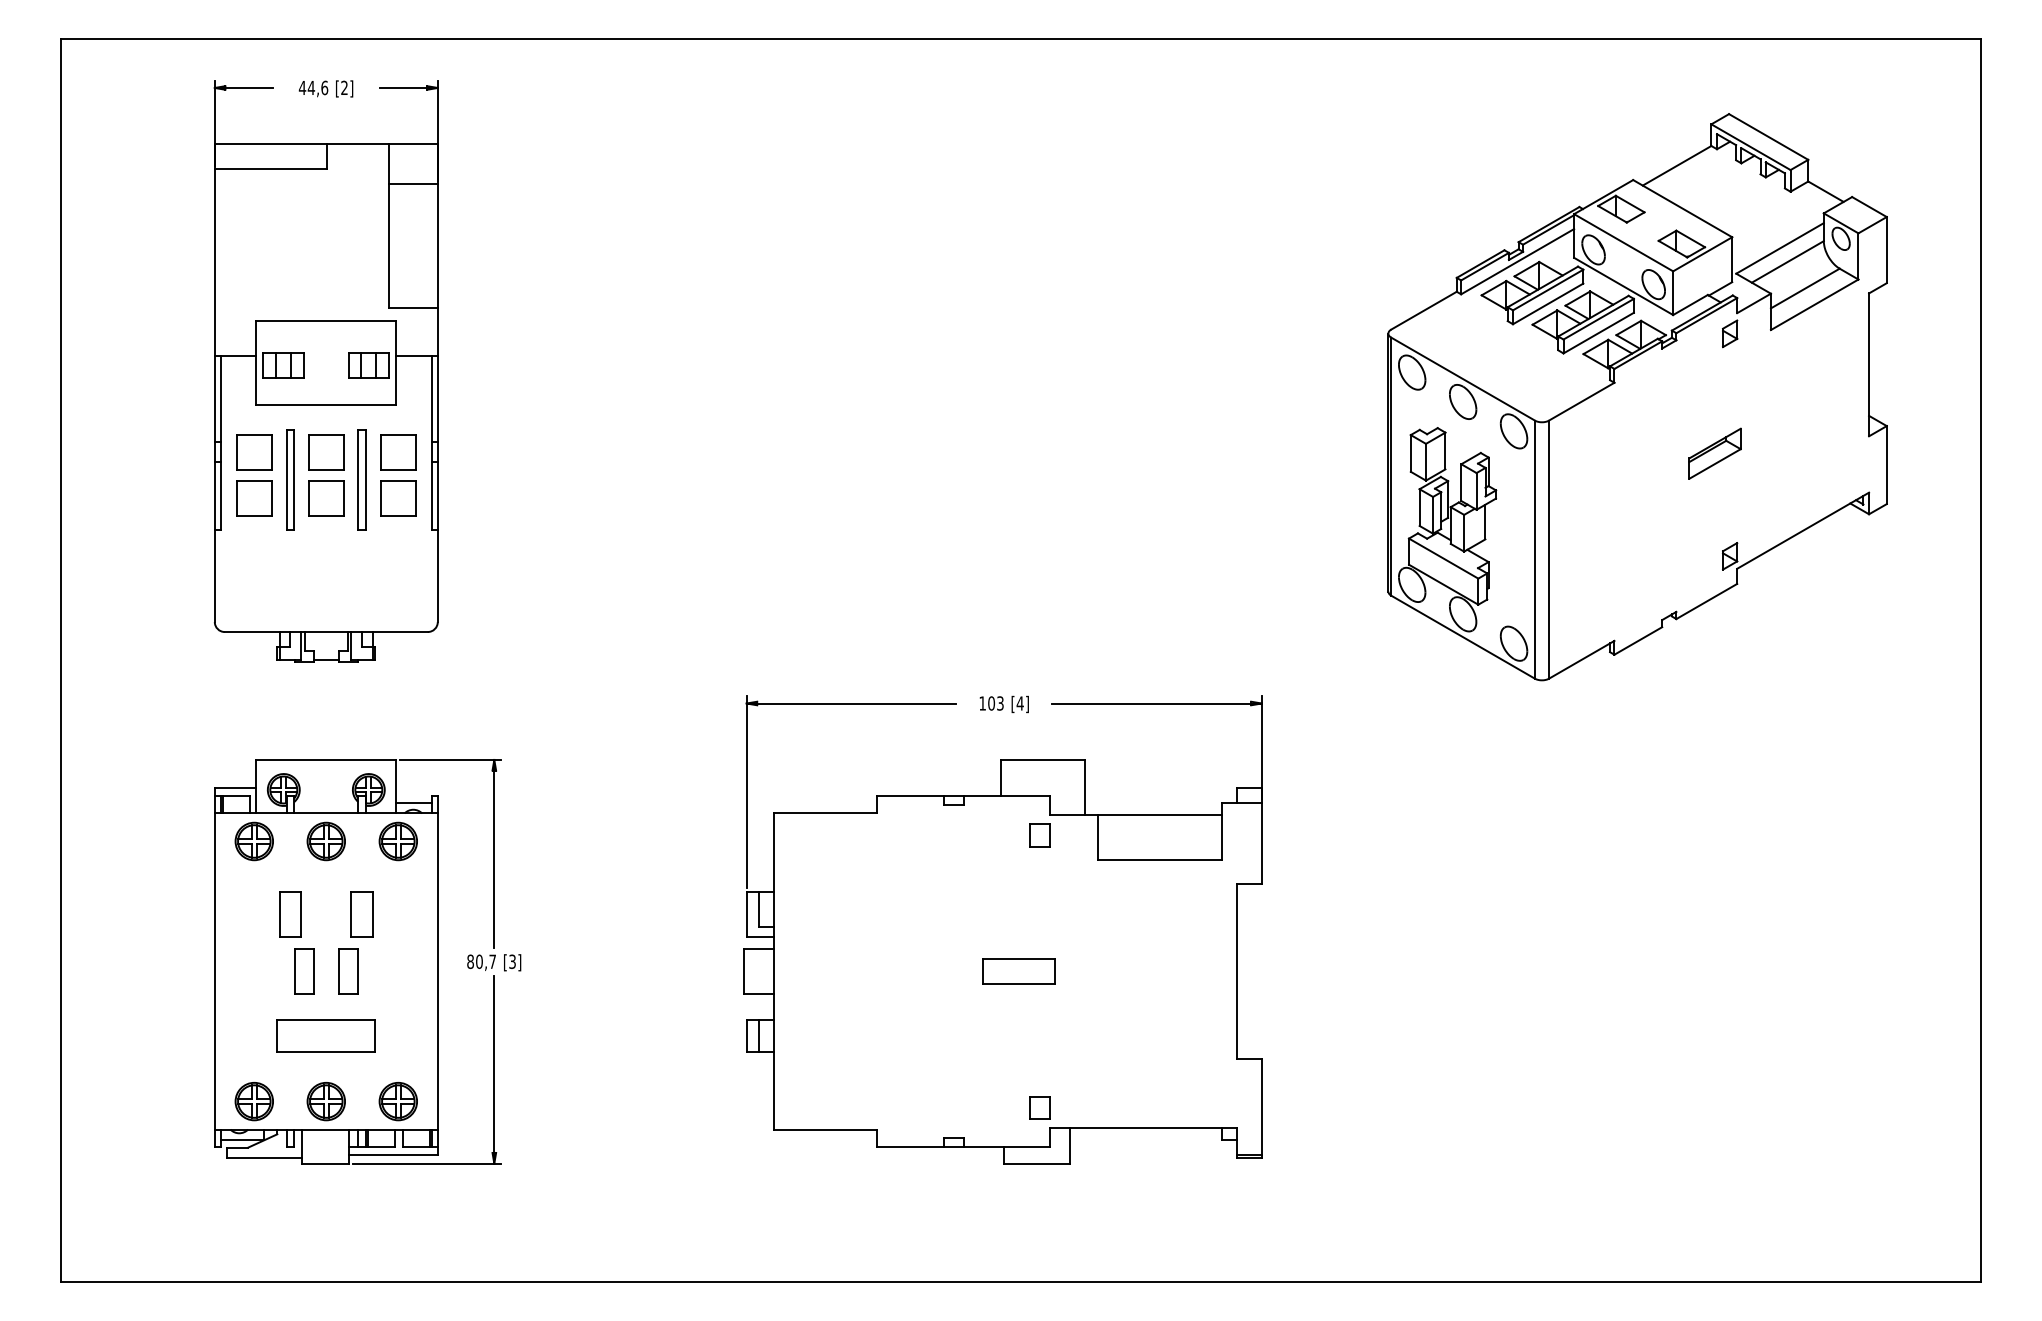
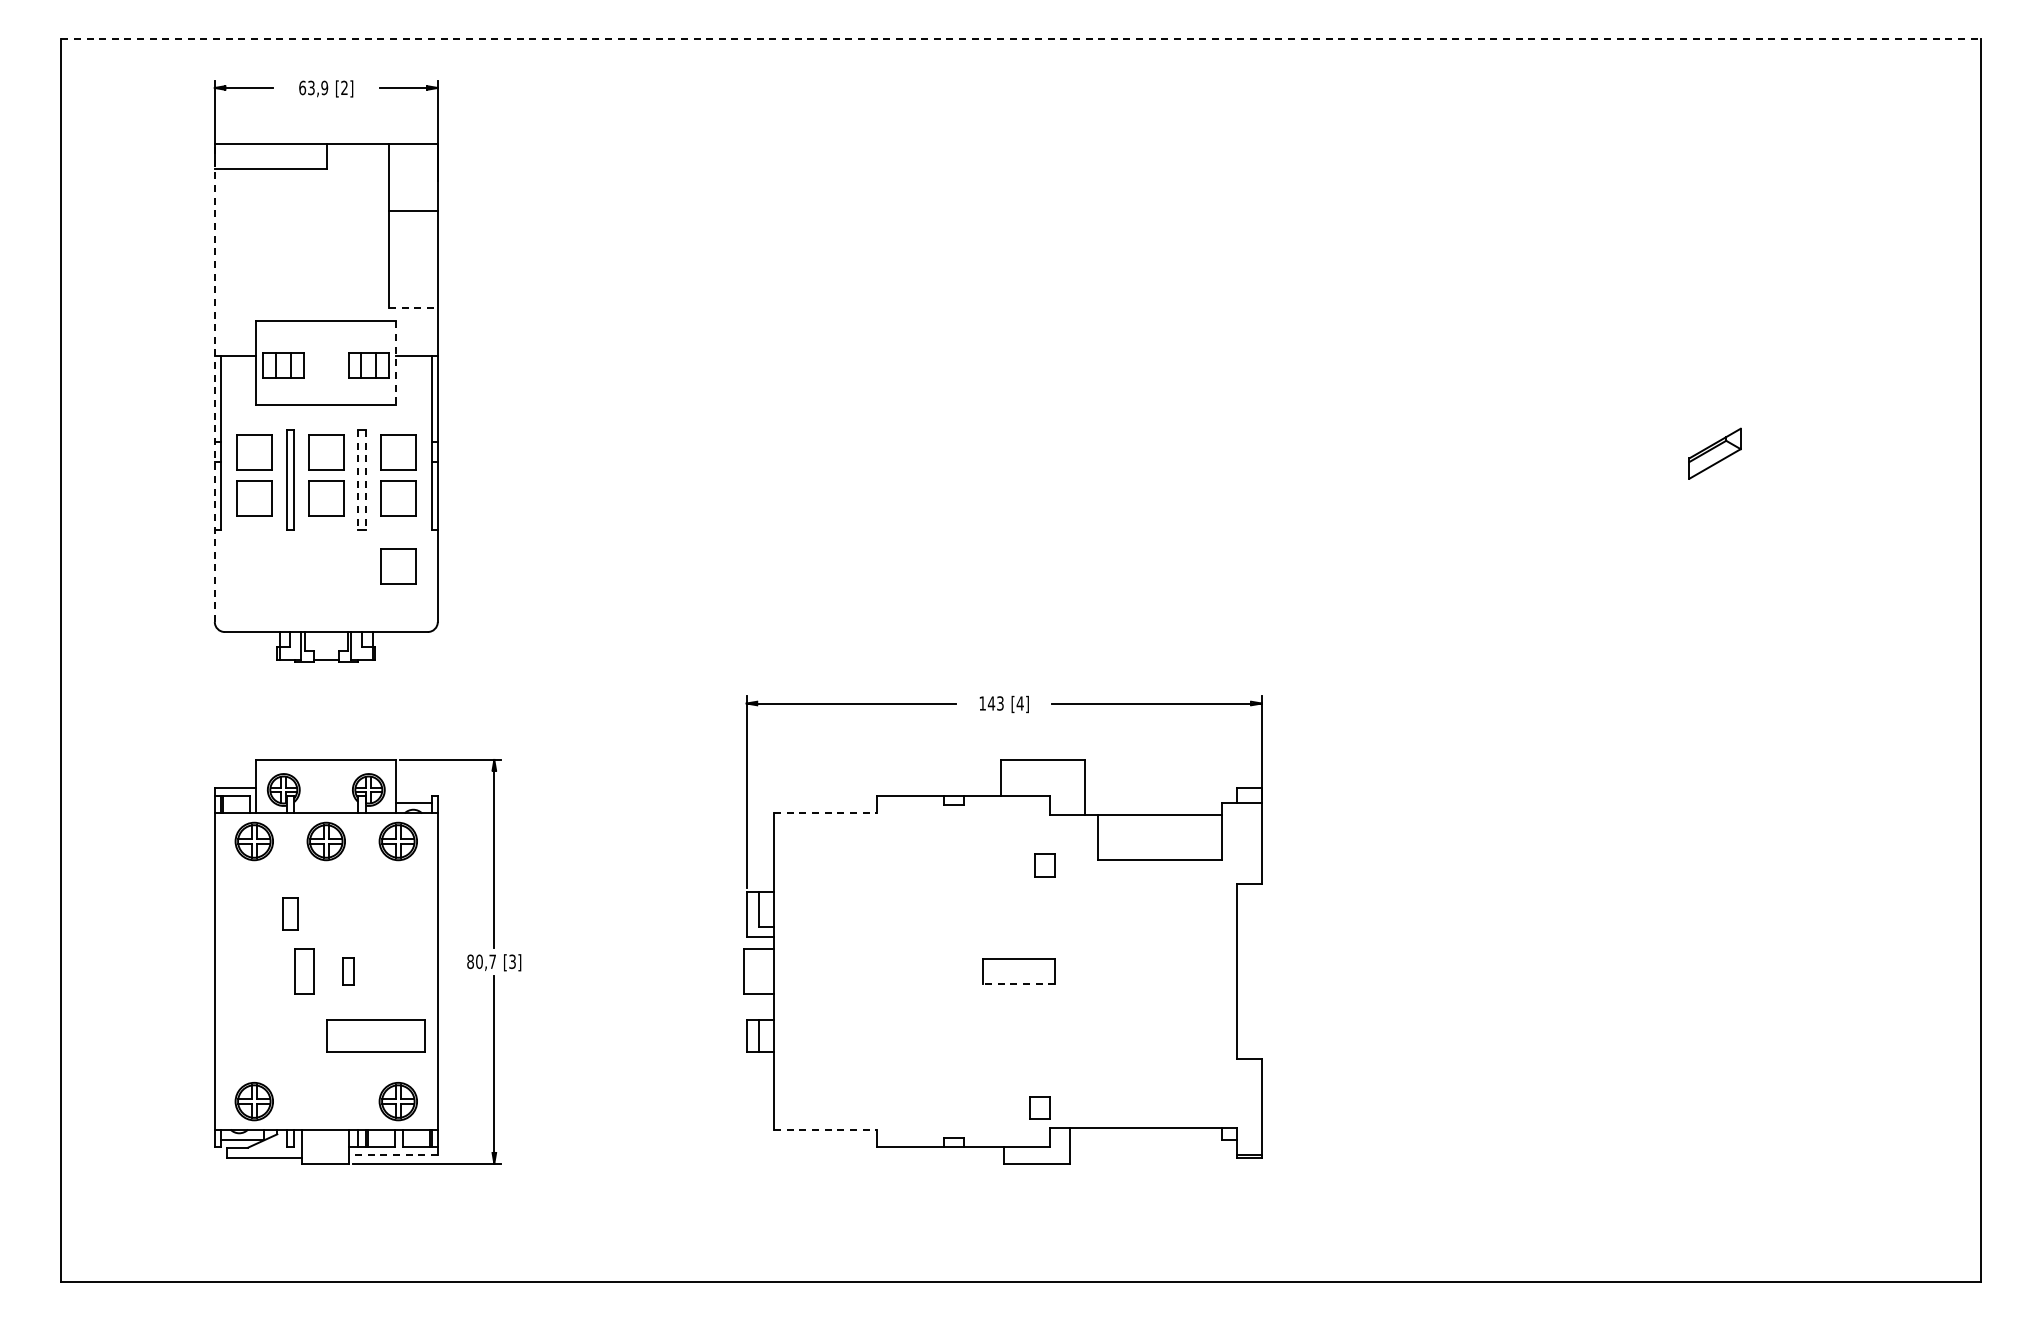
line at (1020, 39): solid -> dashed
text at (313, 87): 44,6 -> 63,9
line at (412, 184) position: (412, 184) -> (412, 211)
line at (413, 308): solid -> dashed
line at (396, 363): solid -> dashed
line at (214, 383): solid -> dashed
part at (1637, 397): present -> none
line at (358, 479): solid -> dashed
line at (365, 479): solid -> dashed
part at (398, 566): none -> present
text at (991, 703): 103 -> 143
line at (825, 813): solid -> dashed
part at (1039, 835) position: (1039, 835) -> (1044, 865)
part at (290, 914) size: 23x47 px -> 17x34 px
part at (361, 914): present -> none
part at (348, 971) size: 21x47 px -> 13x29 px
line at (1018, 984): solid -> dashed
part at (325, 1035) position: (325, 1035) -> (375, 1035)
part at (325, 1101): present -> none
line at (825, 1129): solid -> dashed
line at (393, 1154): solid -> dashed
